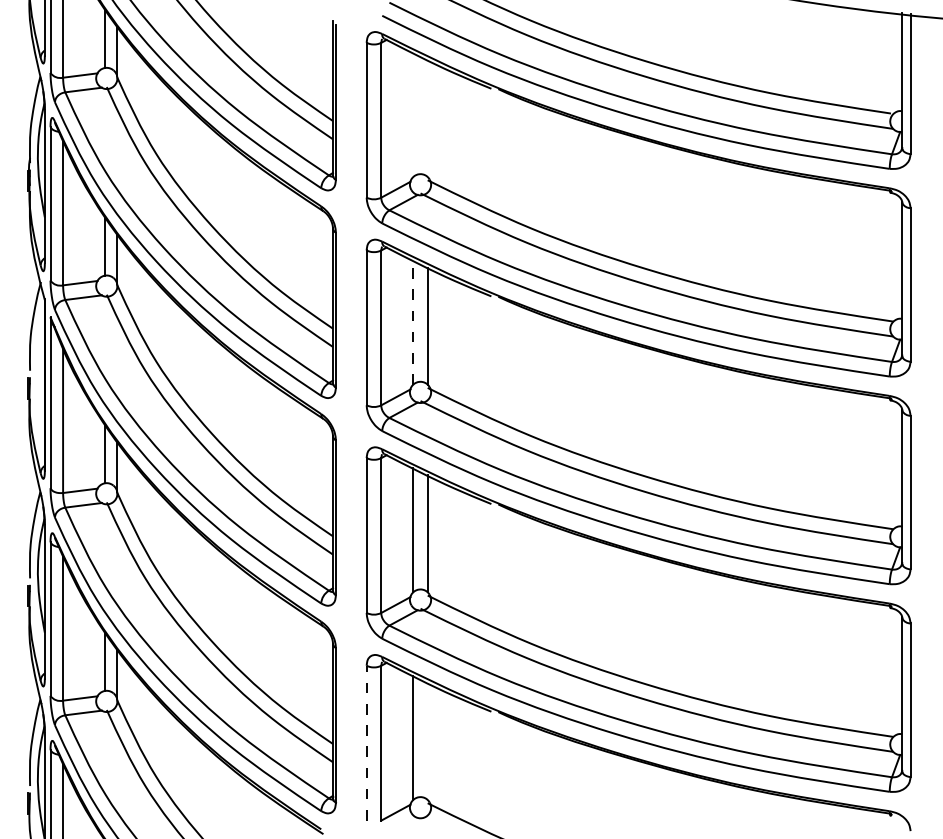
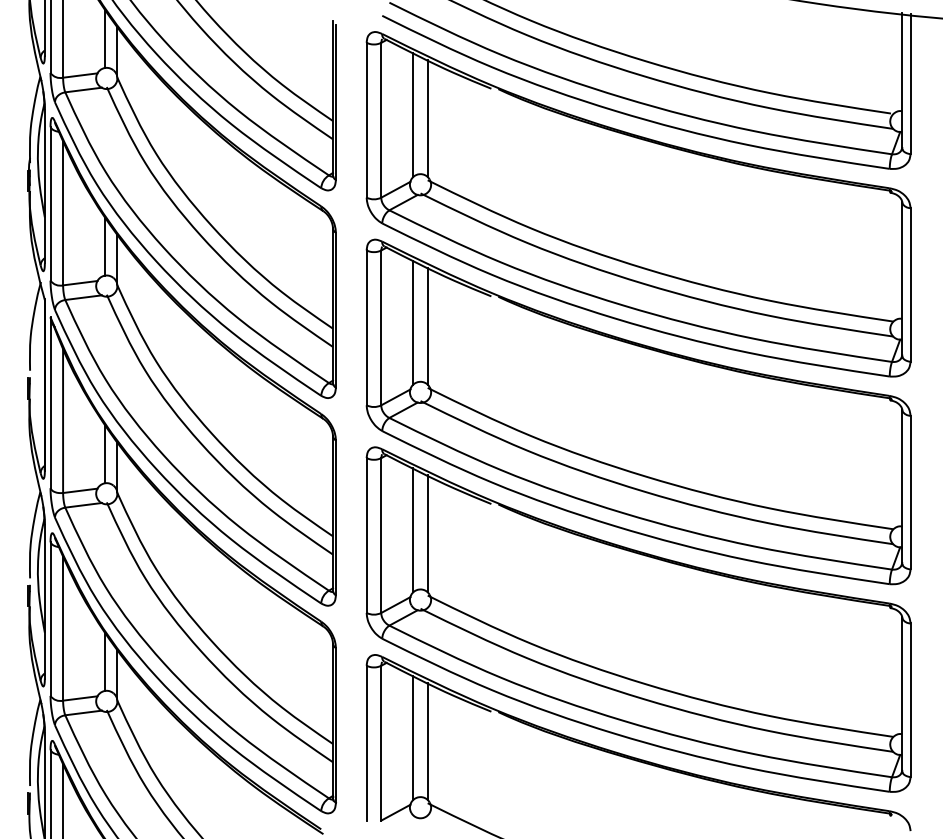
line at (413, 115): none -> present
line at (427, 118): none -> present
line at (413, 322): dashed -> solid
line at (427, 741): none -> present
line at (366, 742): dashed -> solid
